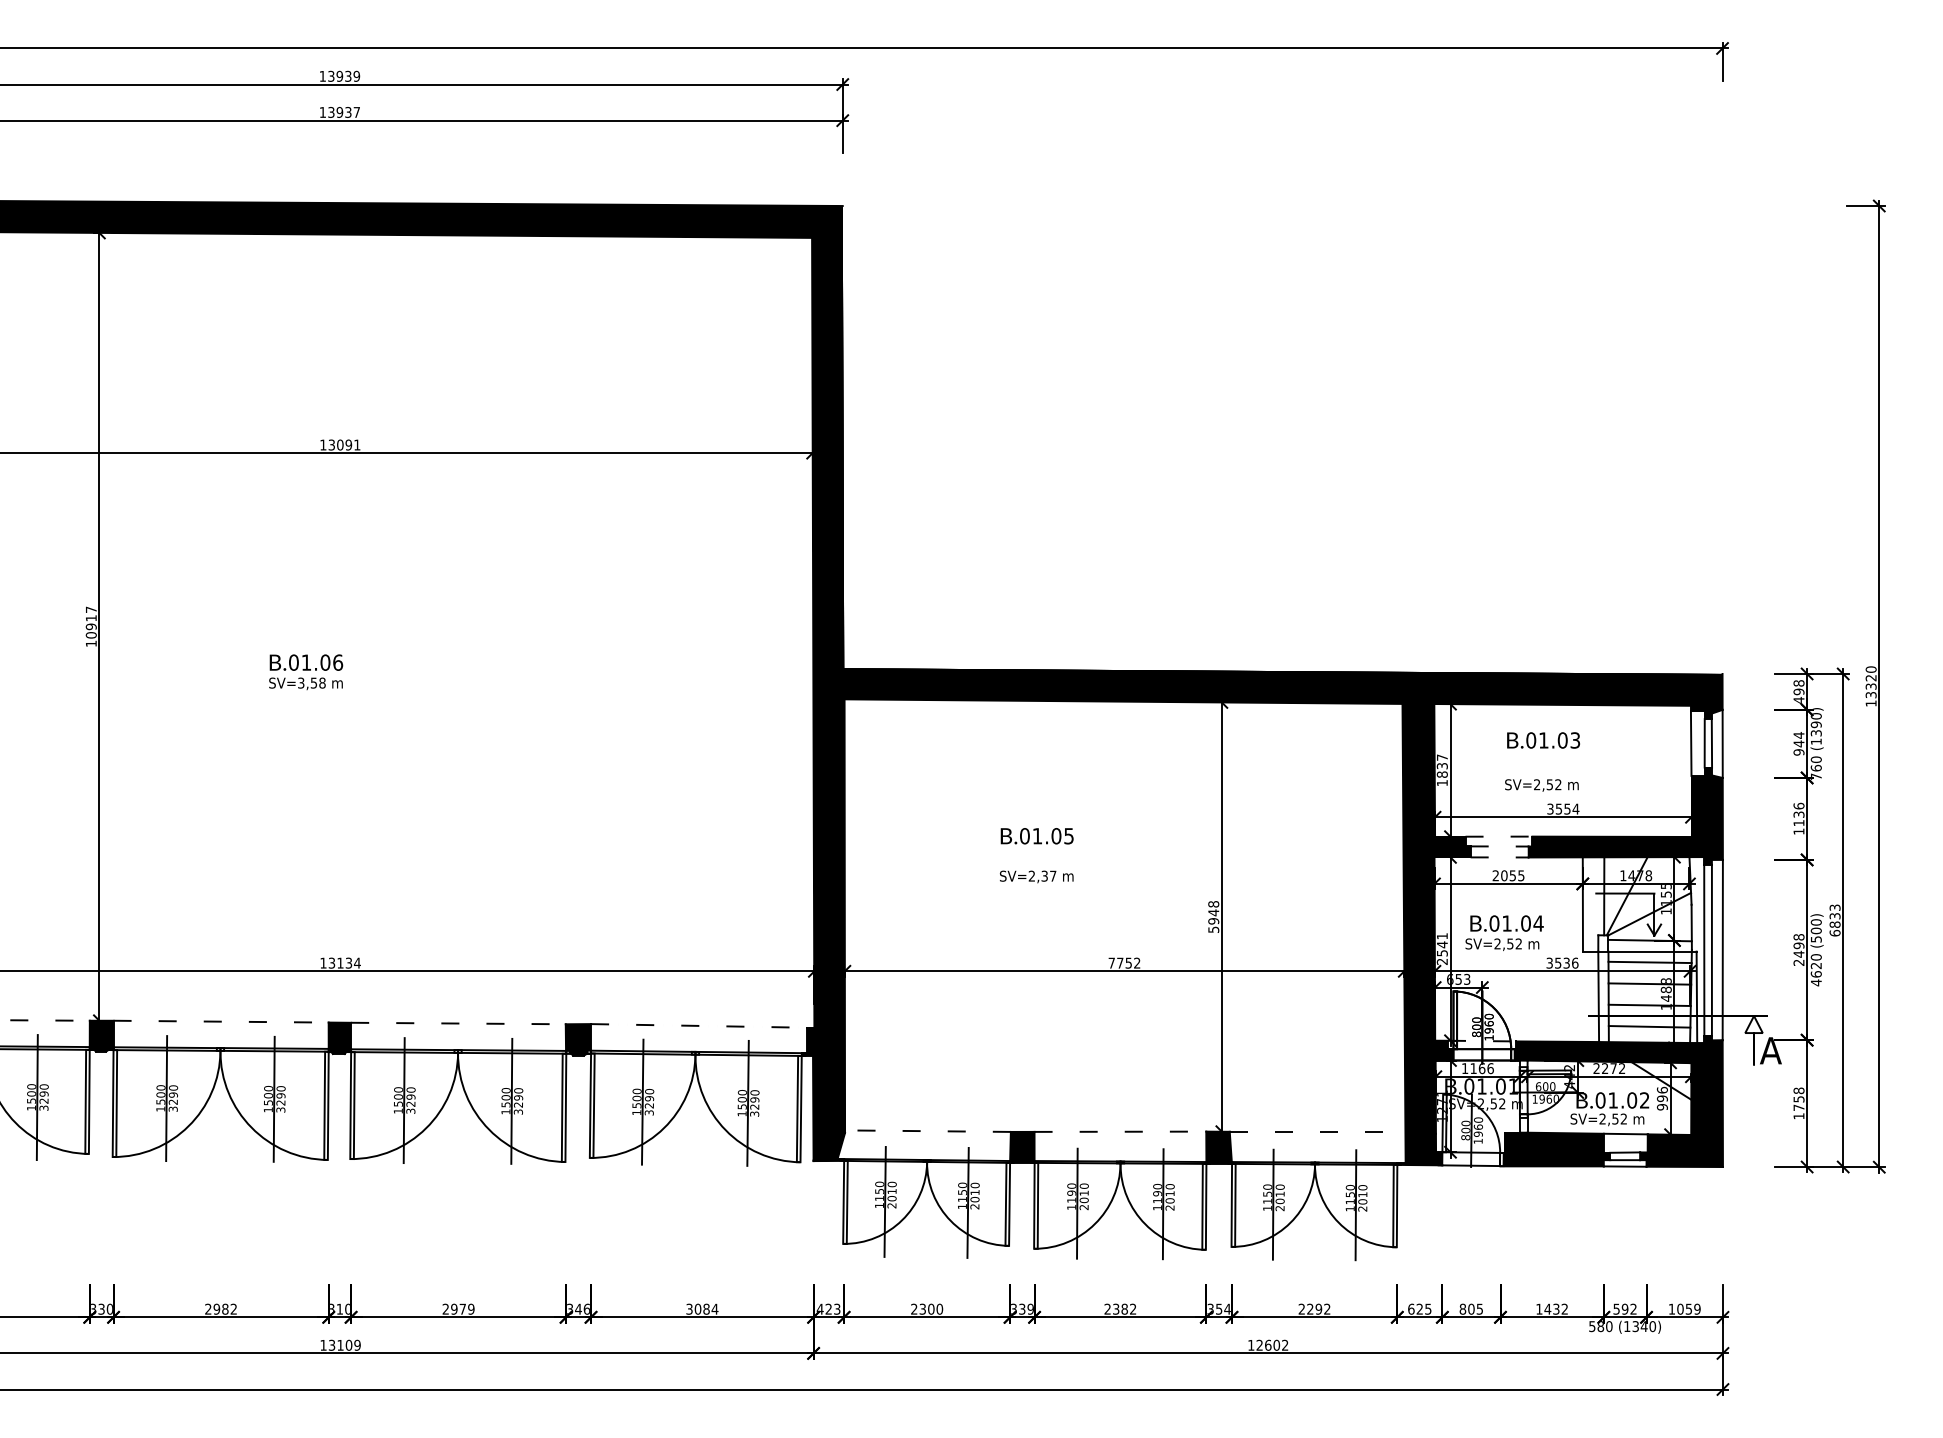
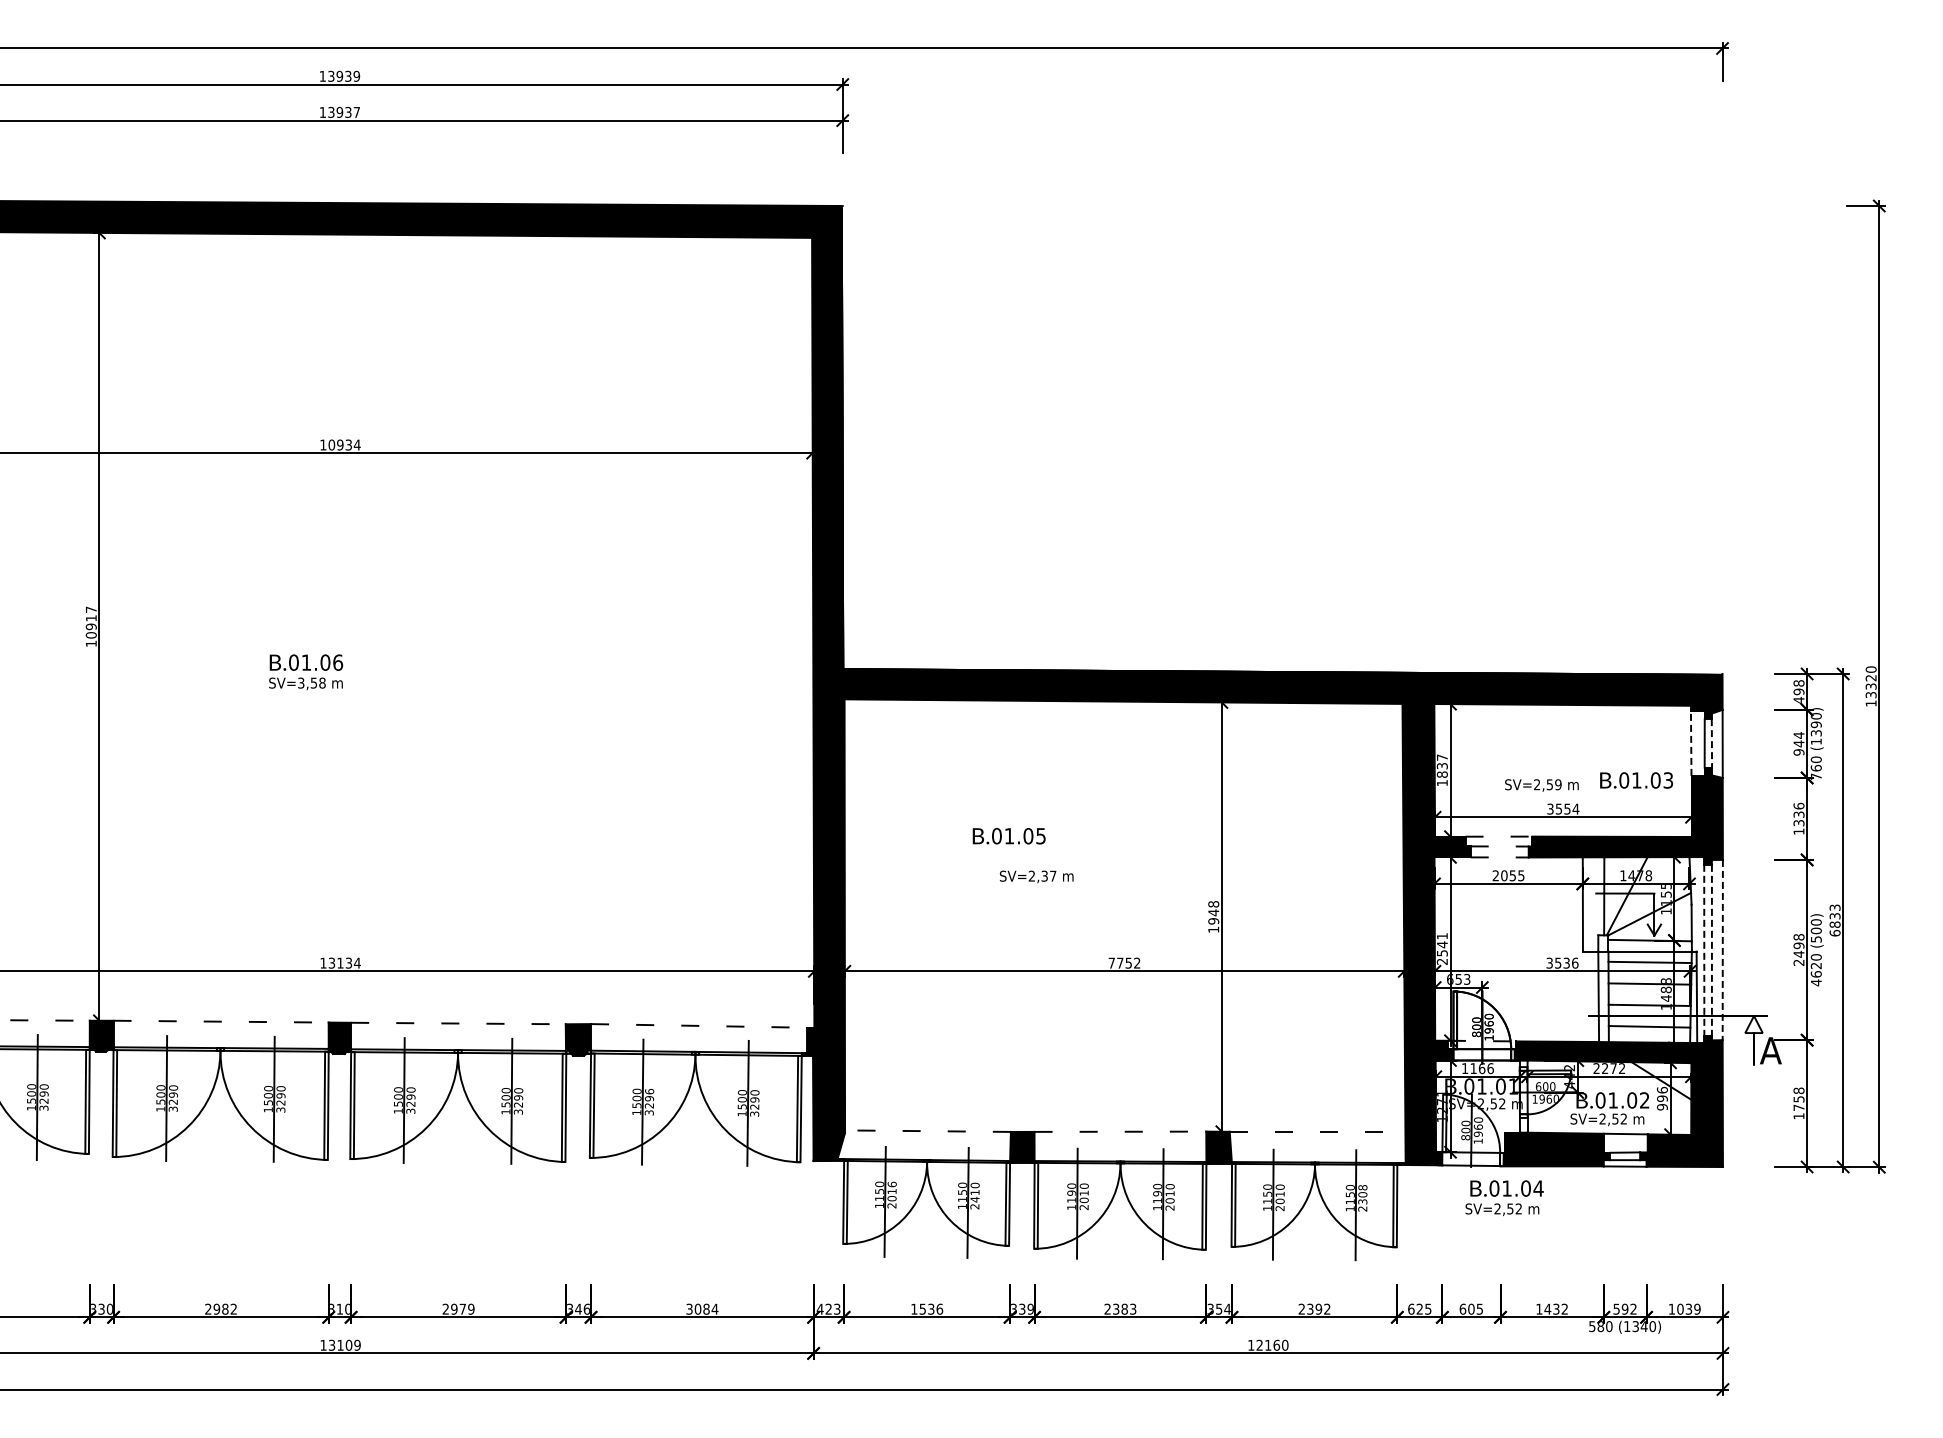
text at (344, 444): 13091 -> 10934
text at (1543, 740) position: (1543, 740) -> (1636, 780)
line at (1691, 743): solid -> dashed
line at (1711, 743): solid -> dashed
text at (1558, 784): SV=2,52 -> SV=2,59
text at (1798, 823): 1136 -> 1336
text at (1036, 836) position: (1036, 836) -> (1008, 836)
text at (1213, 929): 5948 -> 1948
text at (1504, 932) position: (1504, 932) -> (1504, 1197)
line at (1704, 950): solid -> dashed
line at (1711, 950): solid -> dashed
line at (1722, 950): solid -> dashed
text at (649, 1091): 3290 -> 3296
text at (891, 1184): 2010 -> 2016
text at (1362, 1194): 2010 -> 2308
text at (974, 1199): 2010 -> 2410
text at (927, 1308): 2300 -> 1536
text at (1462, 1308): 805 -> 605
text at (1688, 1308): 1059 -> 1039
text at (1133, 1309): 2382 -> 2383
text at (1310, 1309): 2292 -> 2392
text at (1276, 1344): 12602 -> 12160
